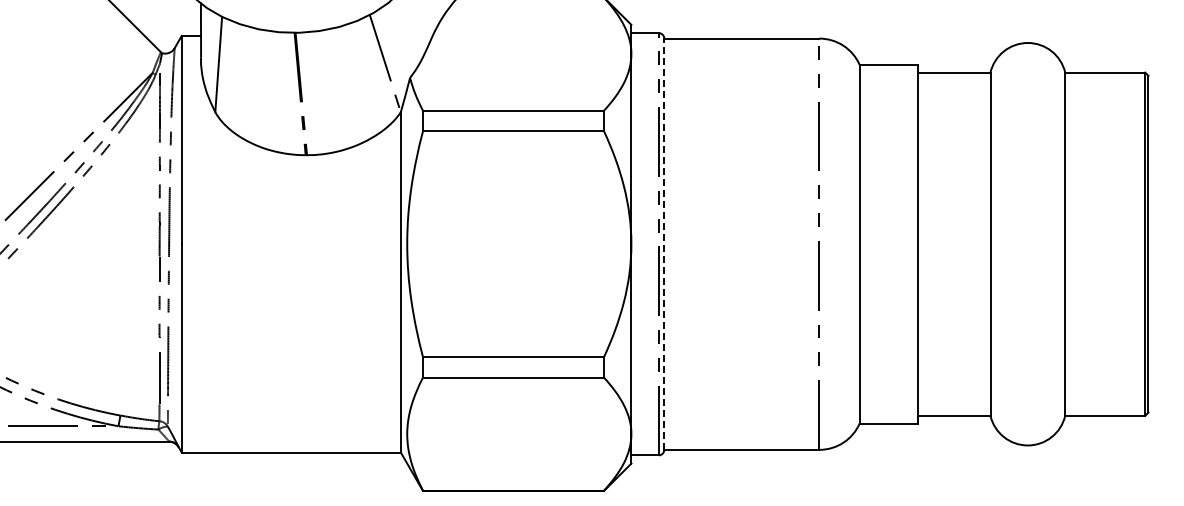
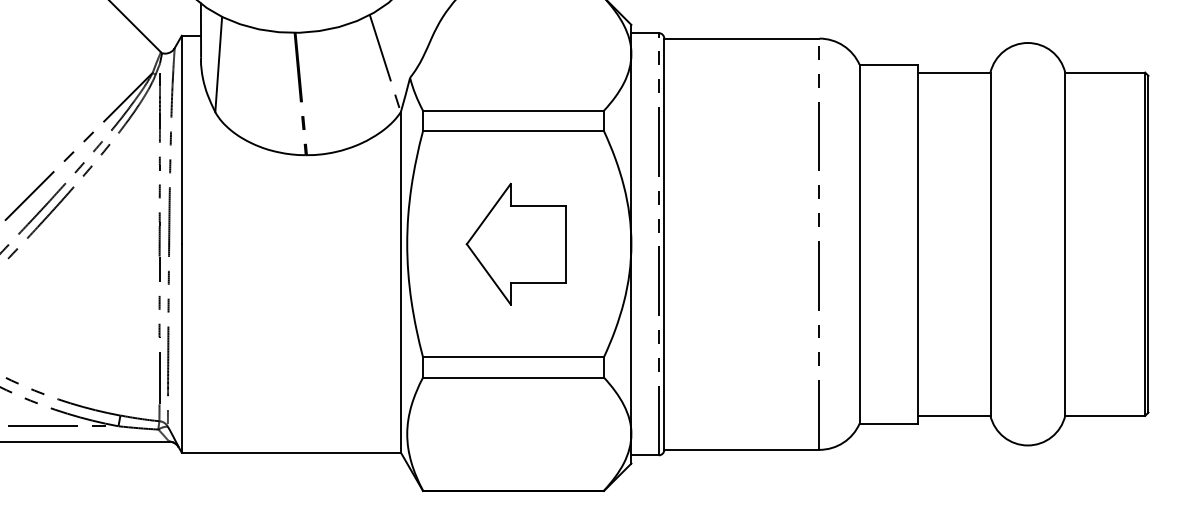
part at (515, 243): none -> present
line at (664, 244): dashed -> solid
